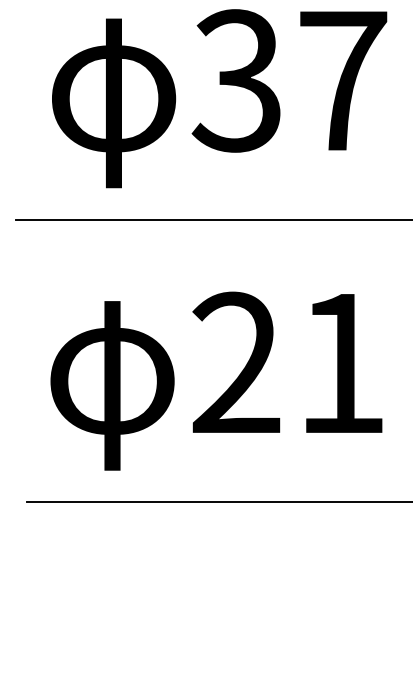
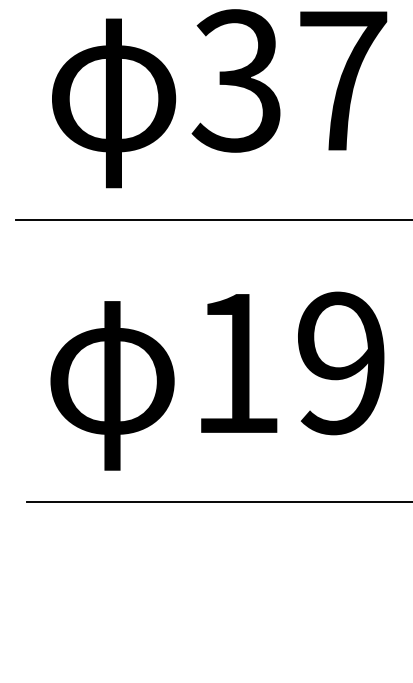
text at (288, 363): 21 -> 19
